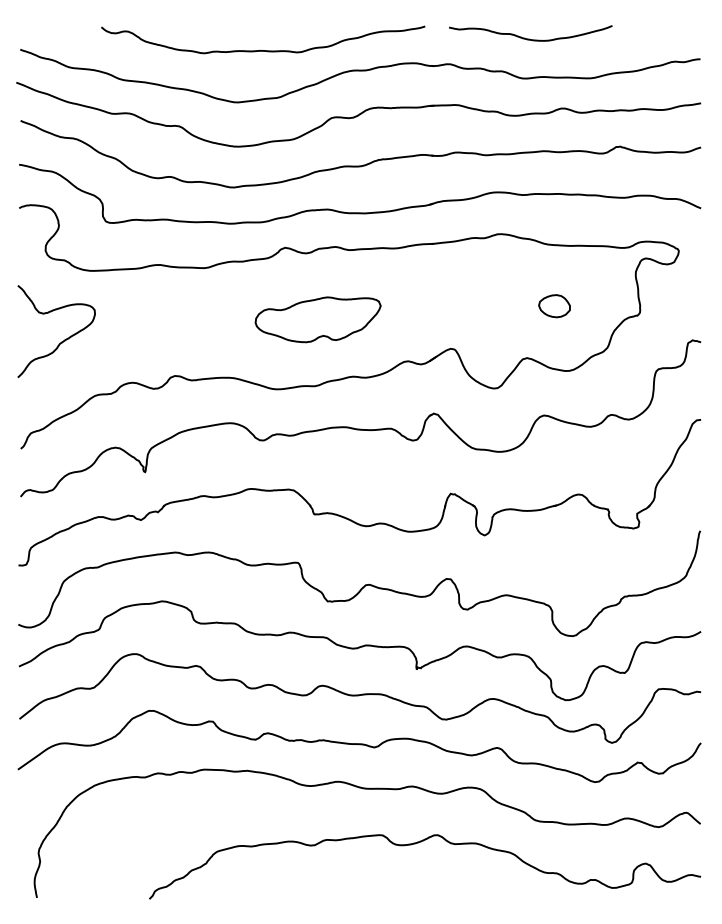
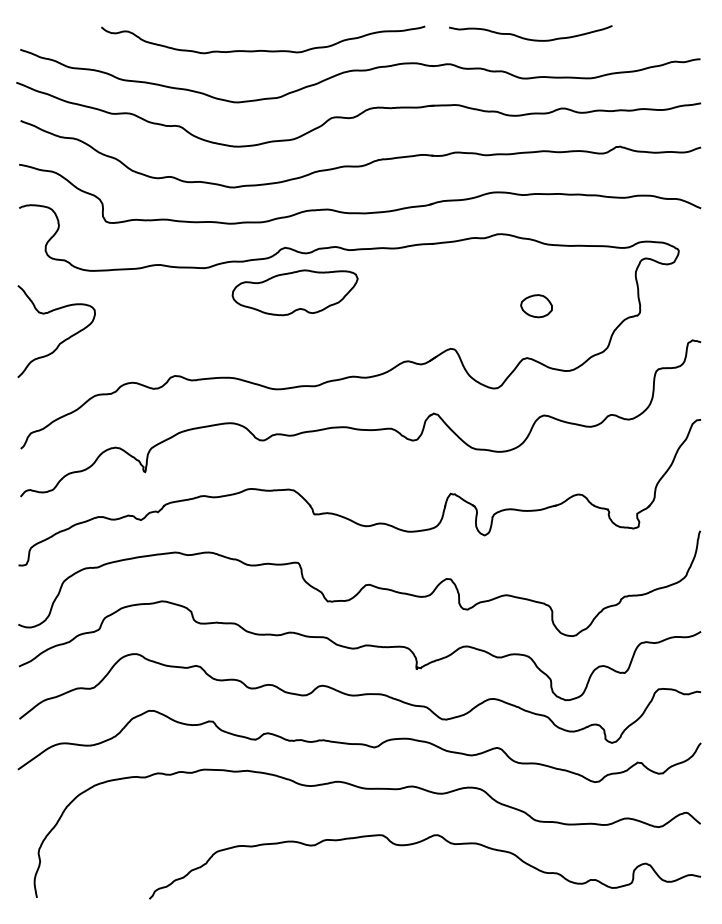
part at (554, 306) position: (554, 306) -> (536, 306)
part at (317, 319) position: (317, 319) -> (294, 292)
